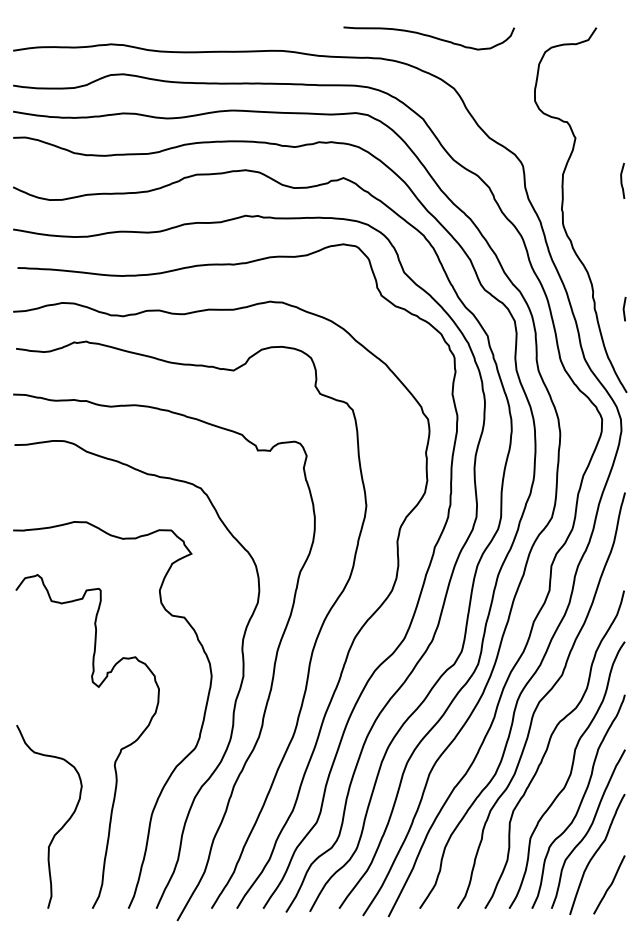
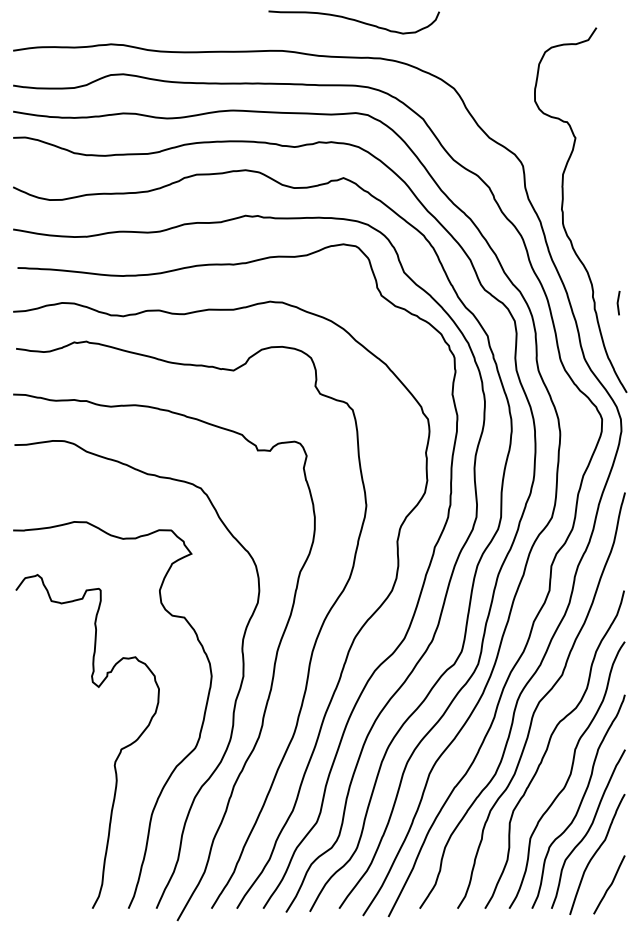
curve at (428, 36) position: (428, 36) -> (353, 20)
curve at (622, 180): present -> none
line at (624, 308) position: (624, 308) -> (618, 302)
curve at (62, 825): present -> none
